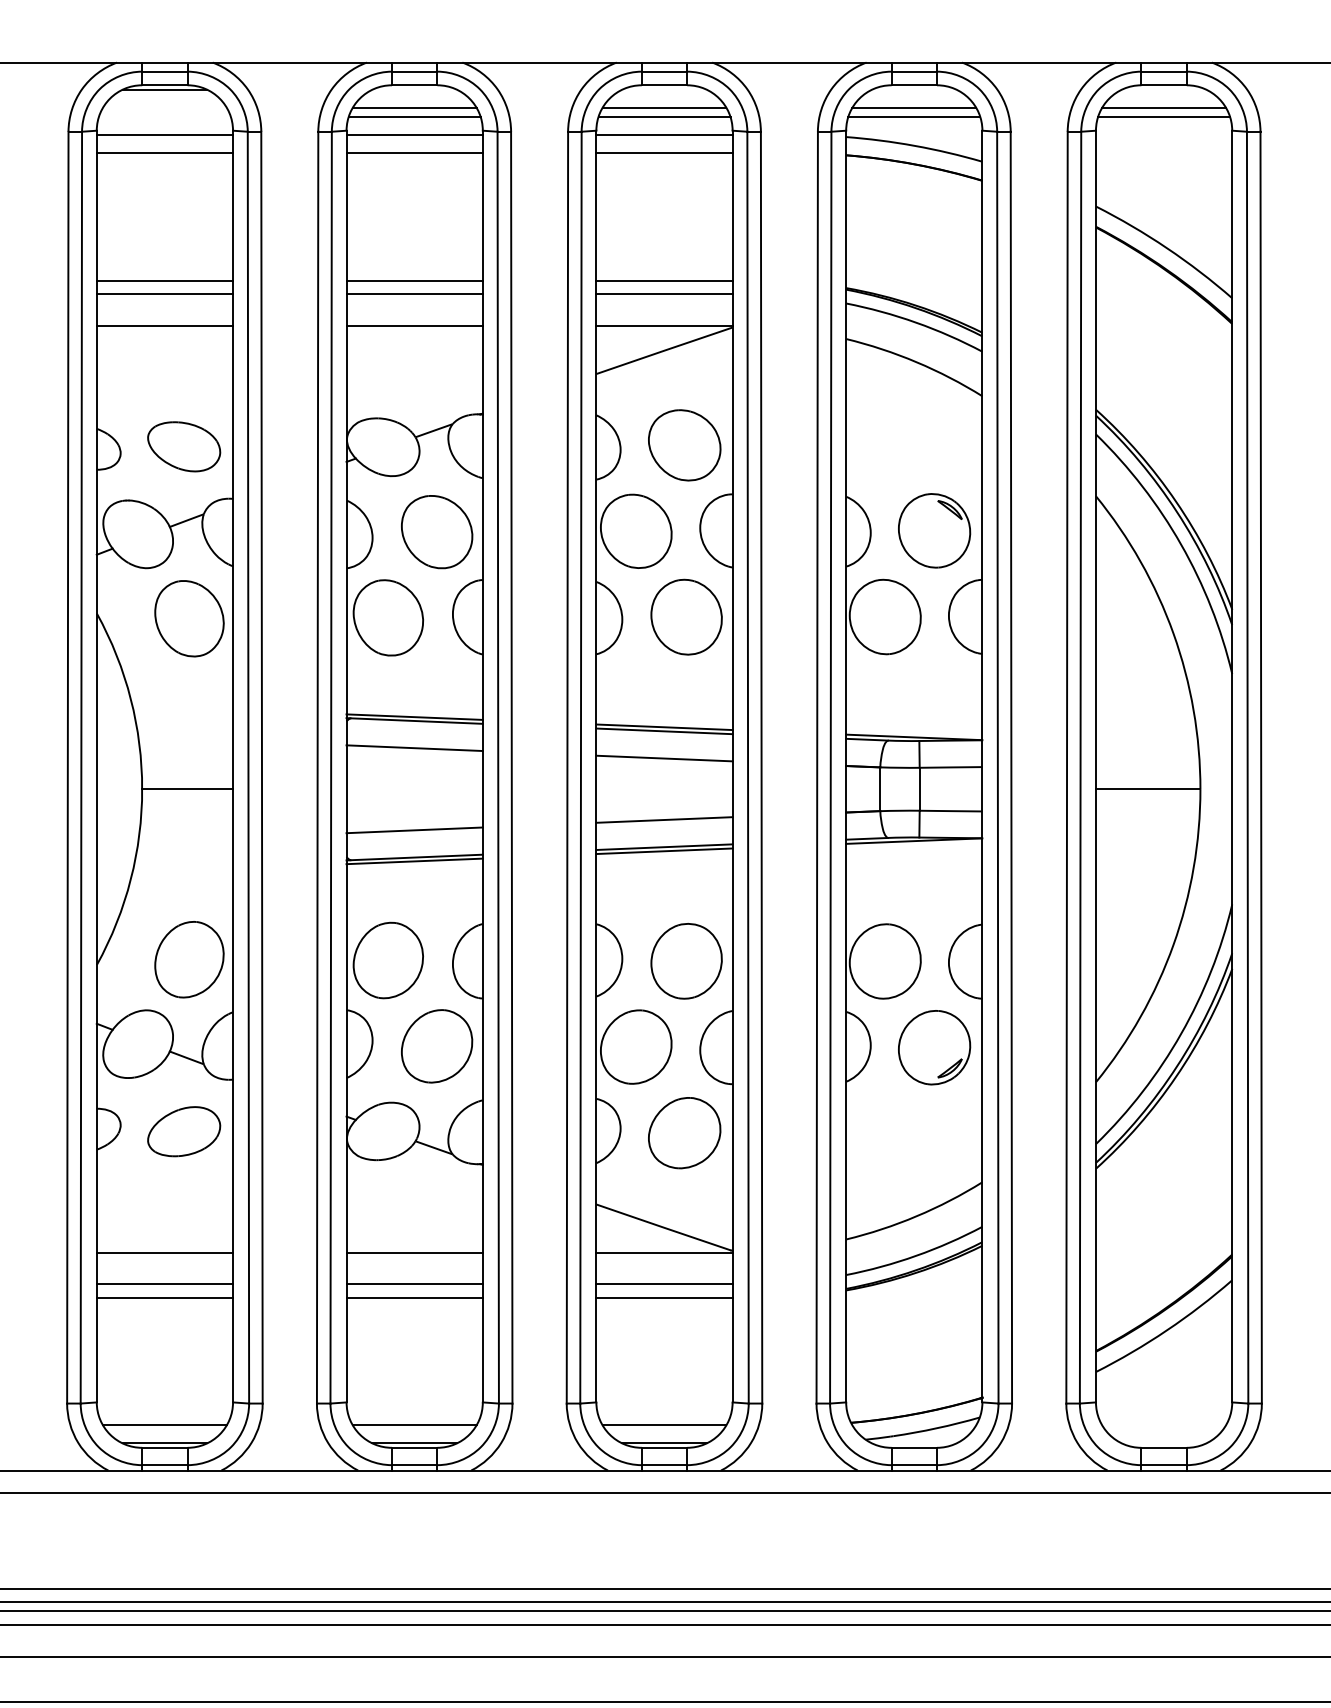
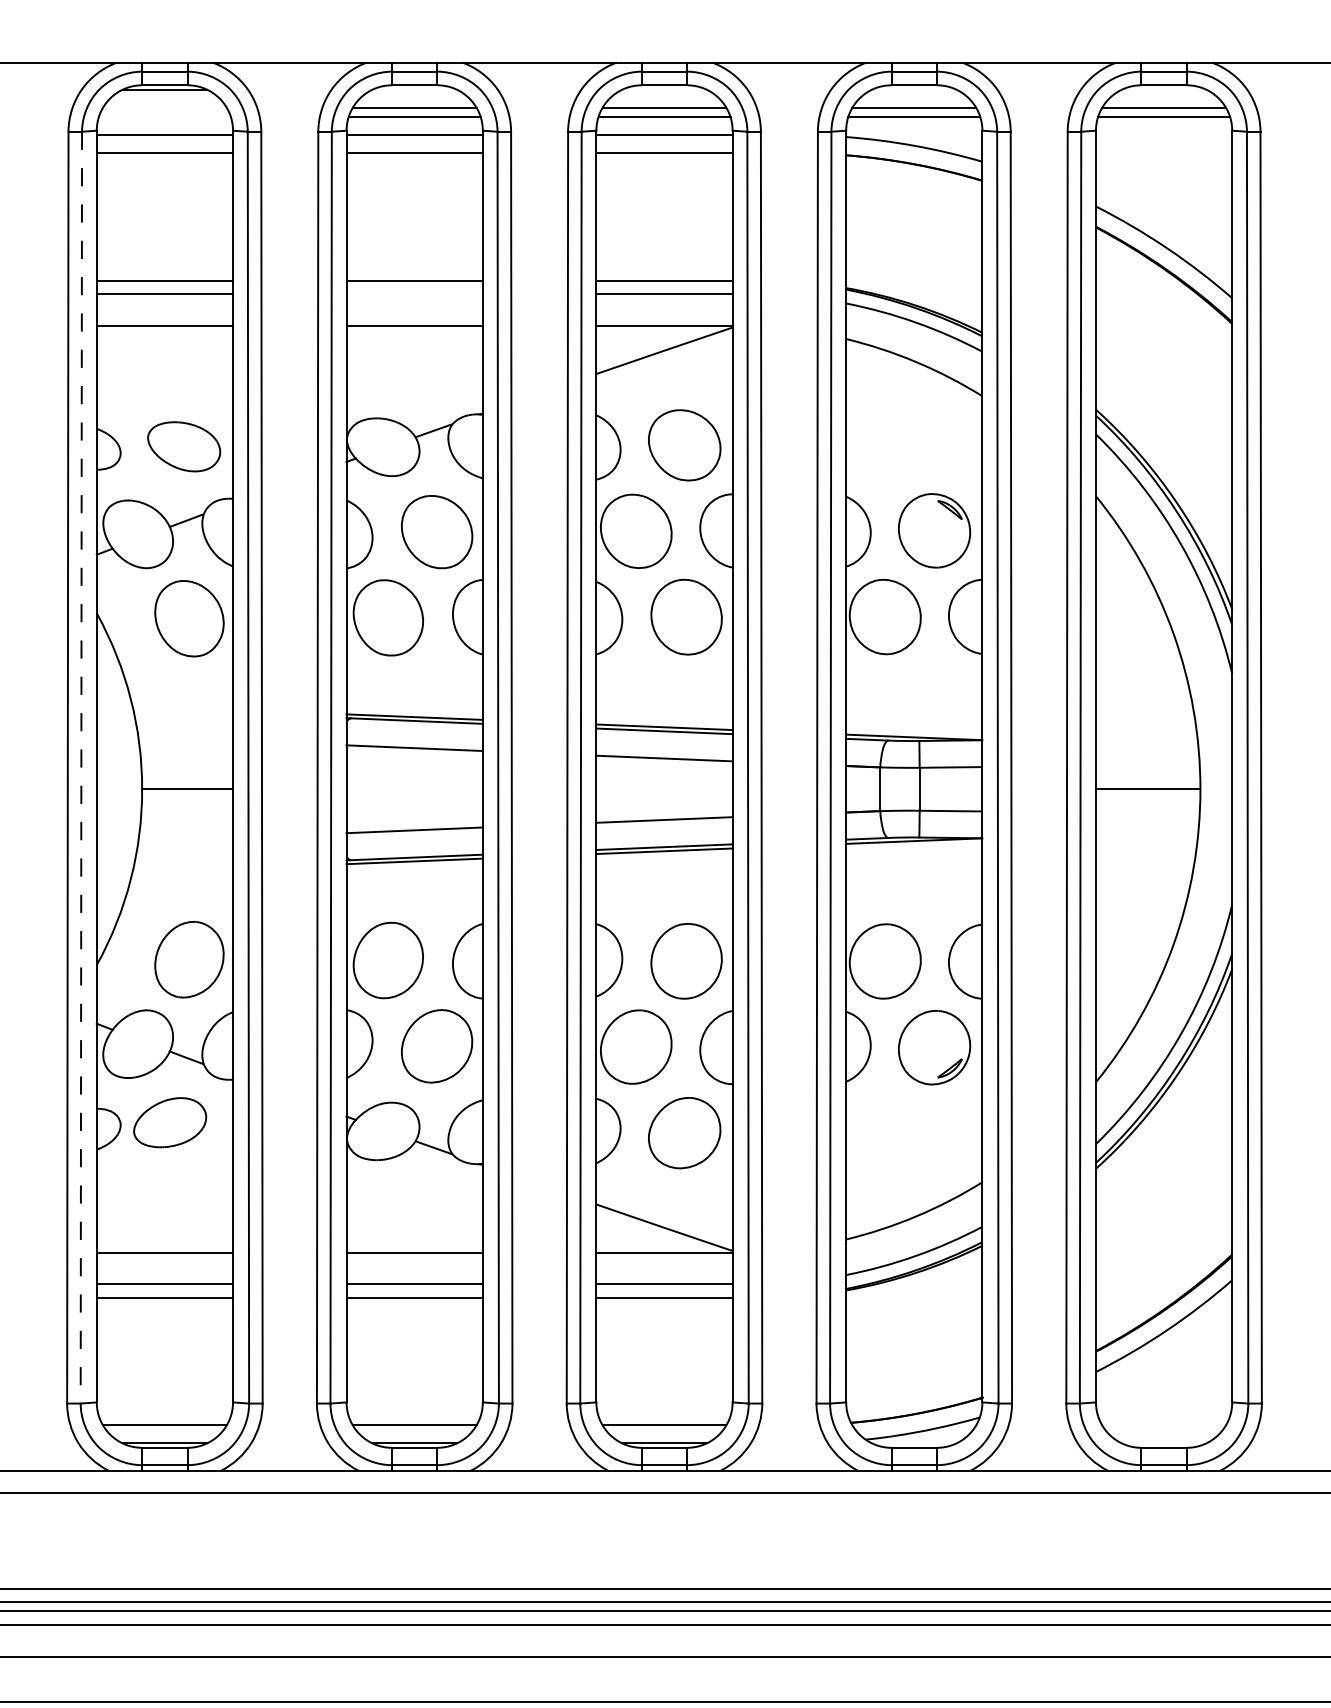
line at (414, 294): present -> none
line at (81, 767): solid -> dashed
part at (184, 1131) position: (184, 1131) -> (170, 1122)
